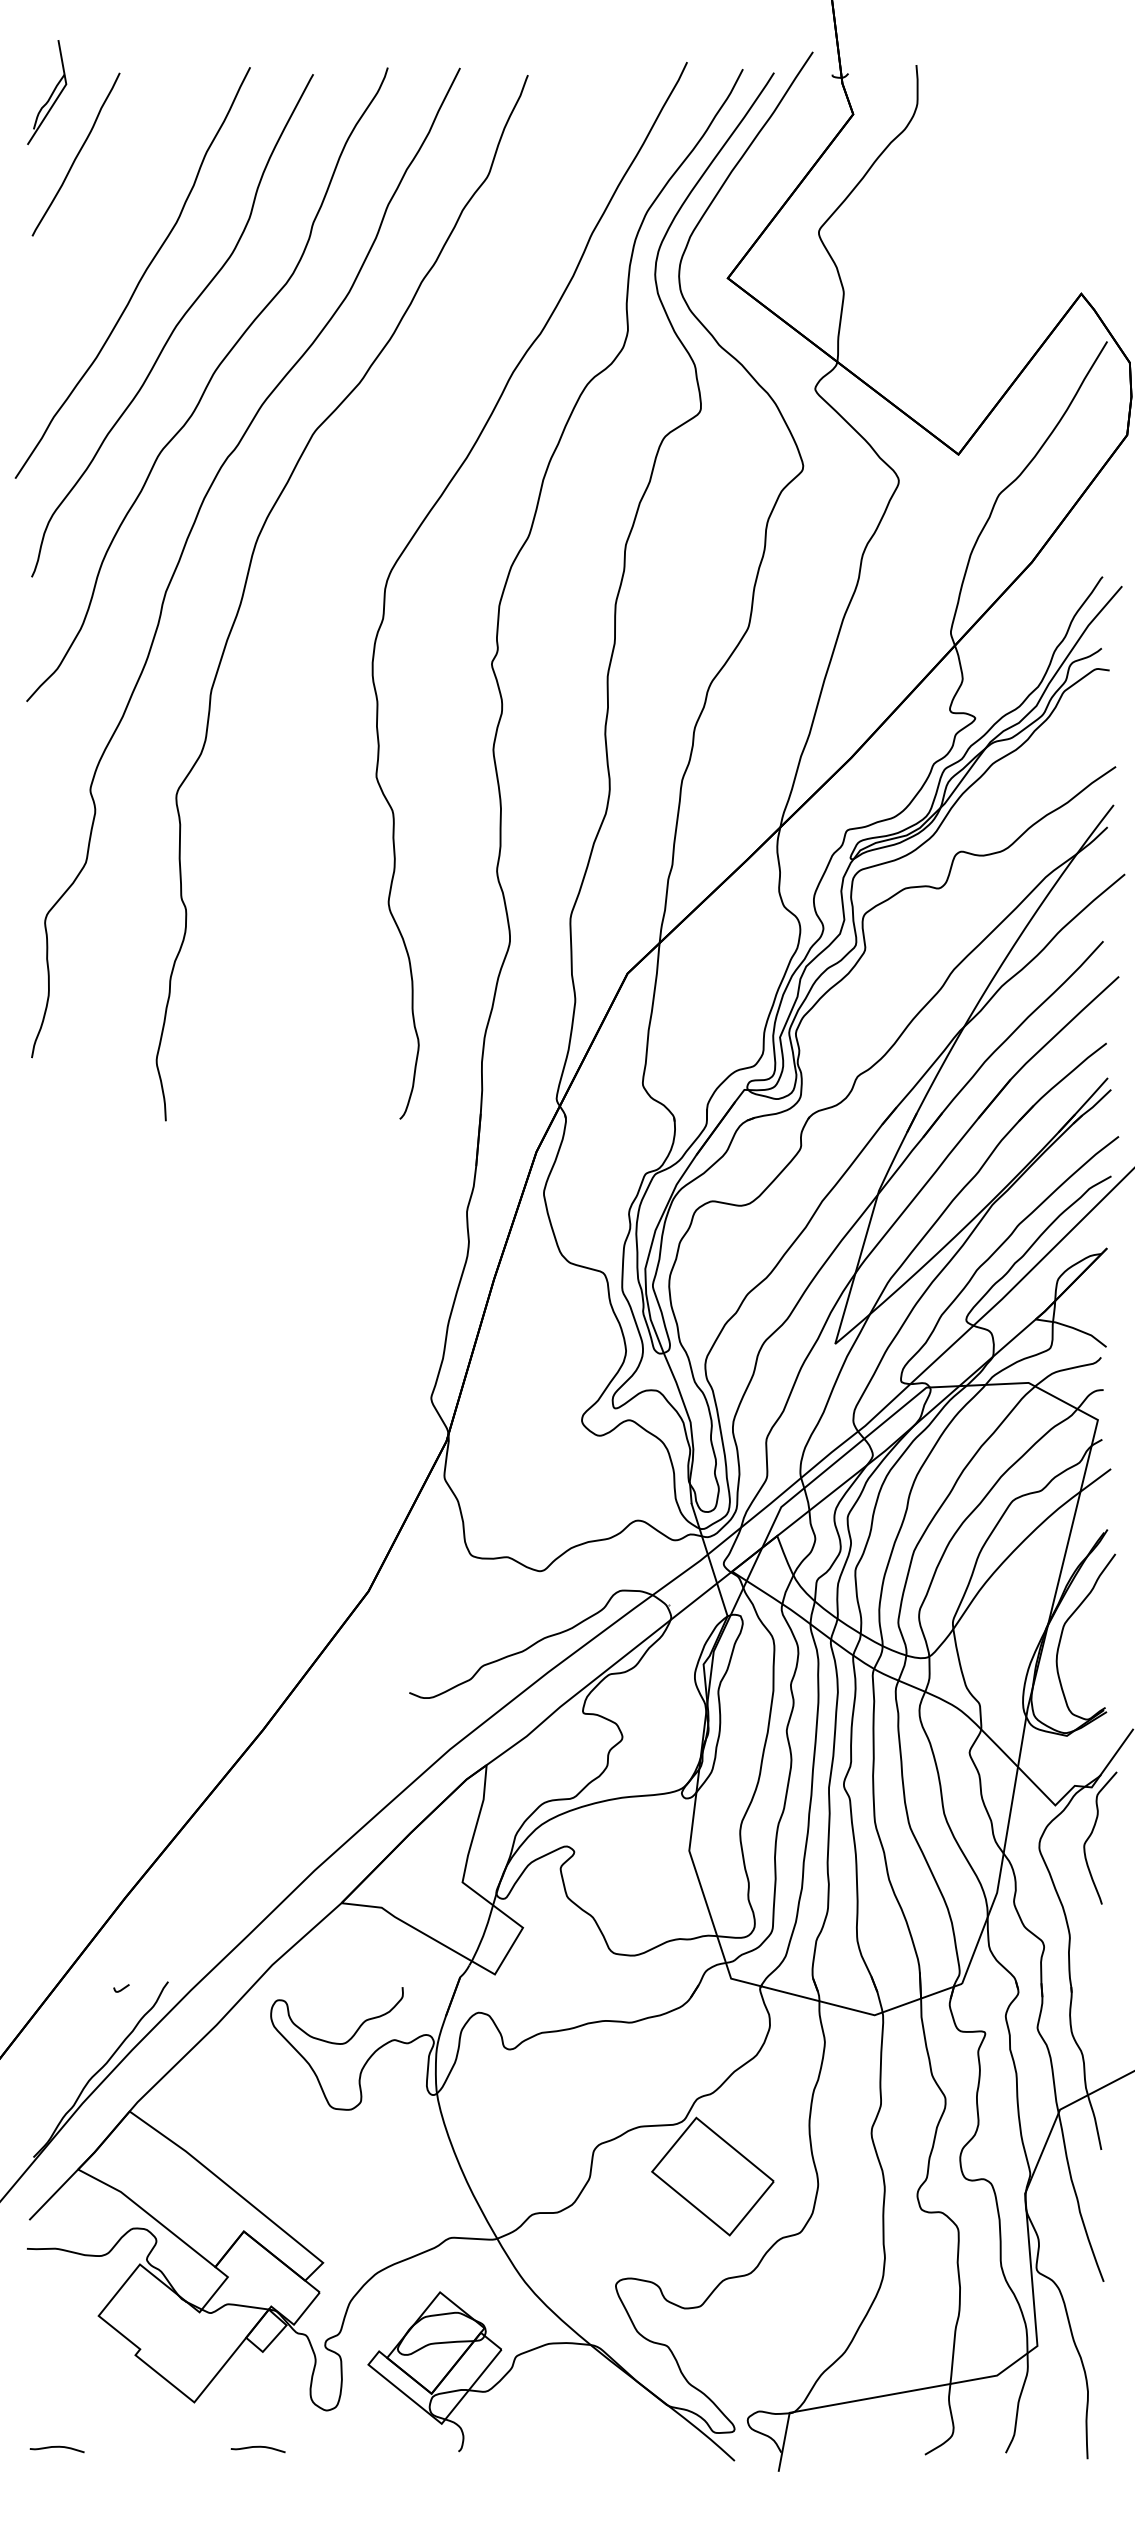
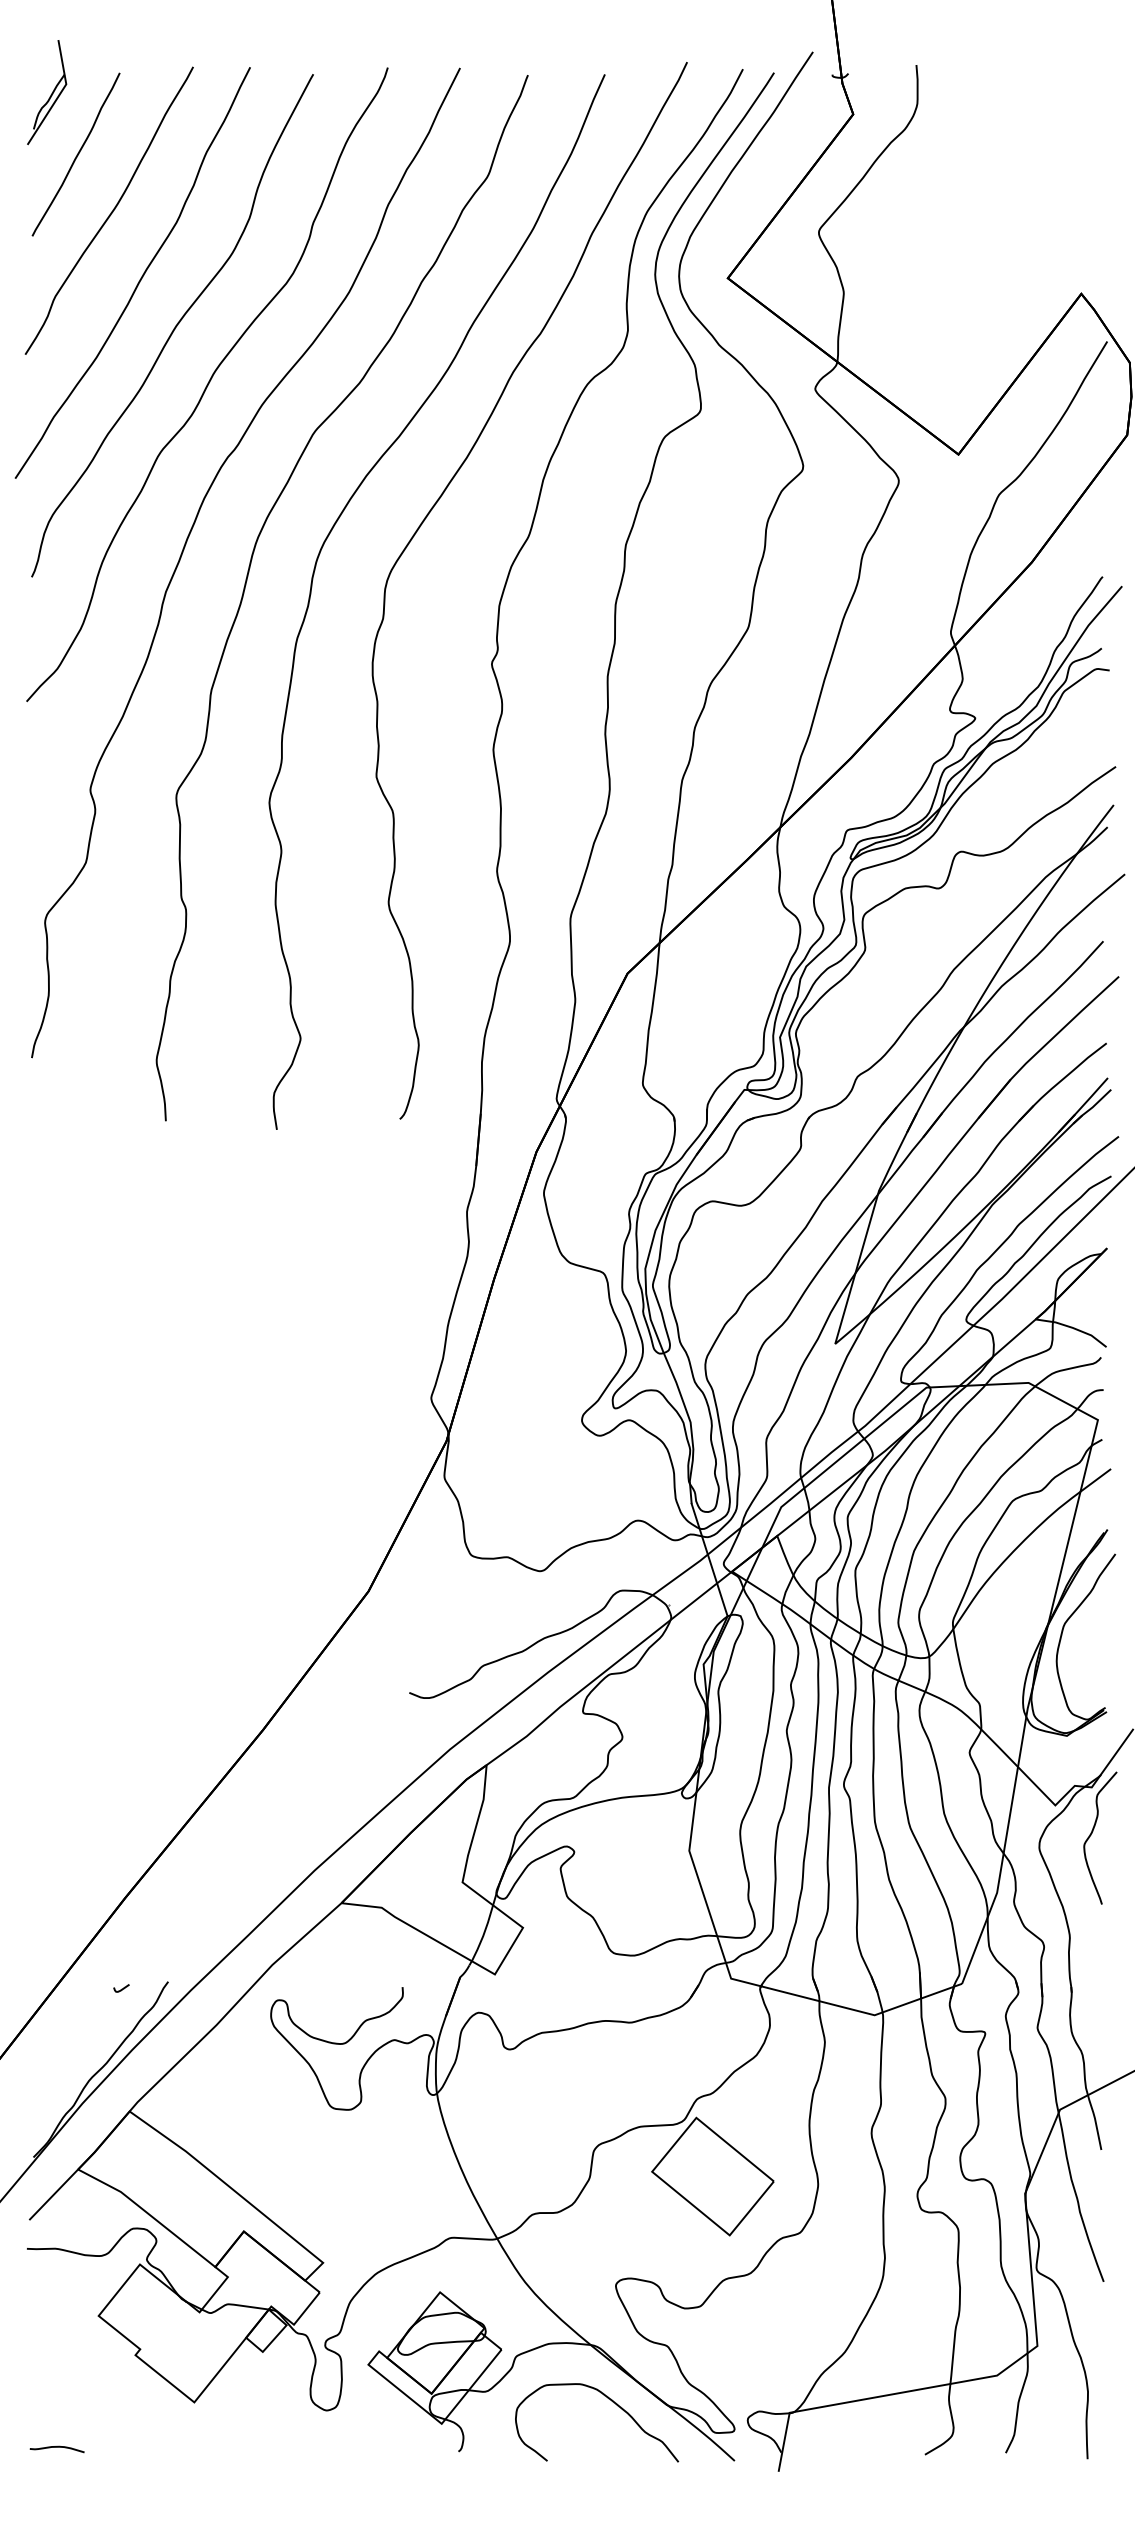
curve at (110, 212): none -> present
curve at (312, 587): none -> present
curve at (612, 2402): none -> present
curve at (257, 2447): present -> none
